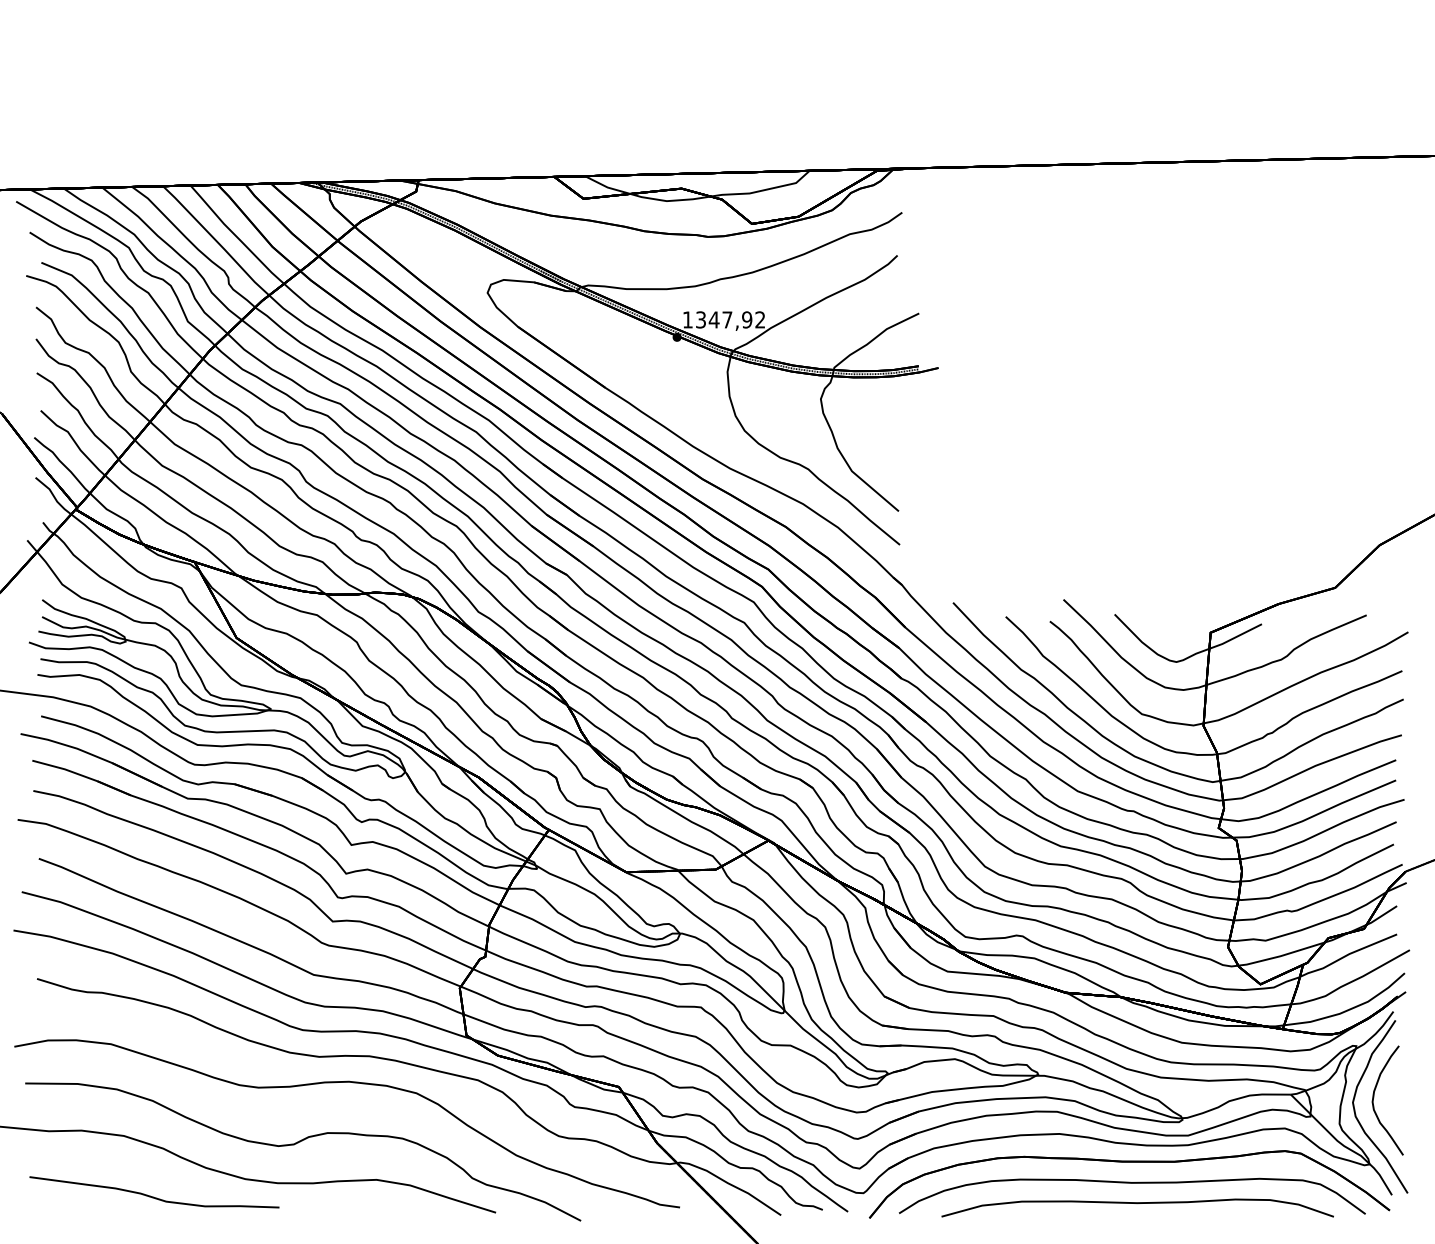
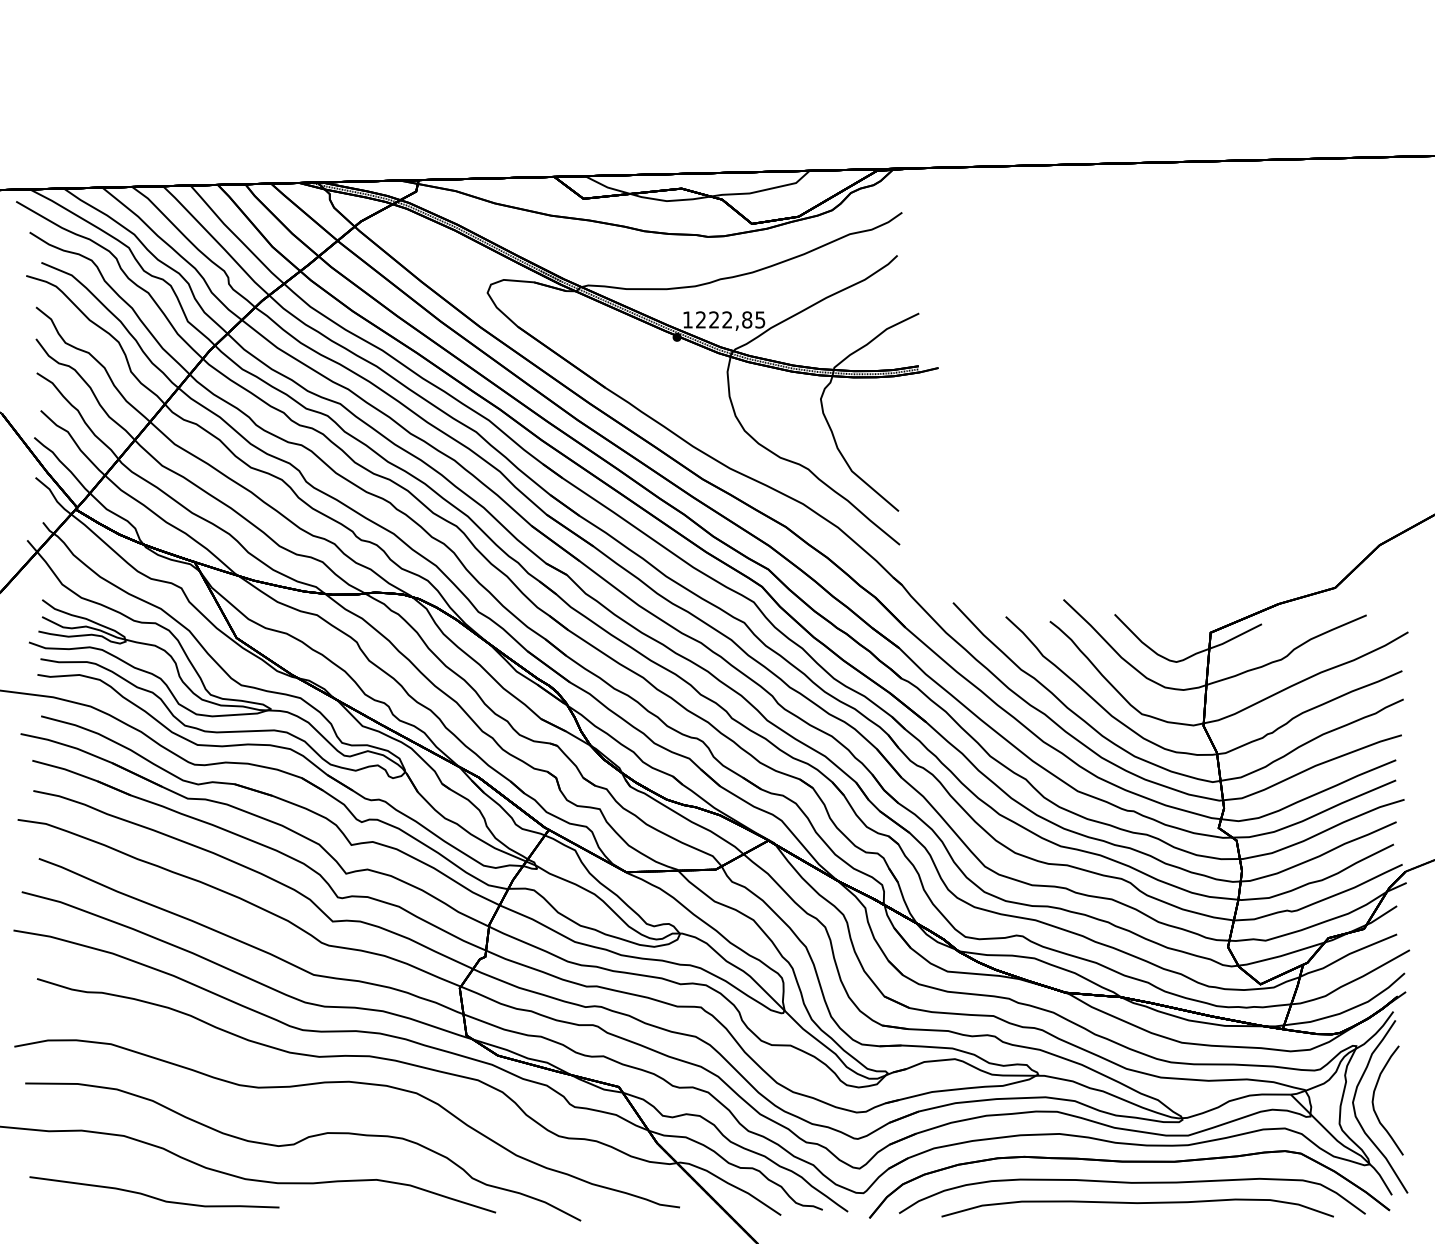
text at (730, 319): 1347,92 -> 1222,85
